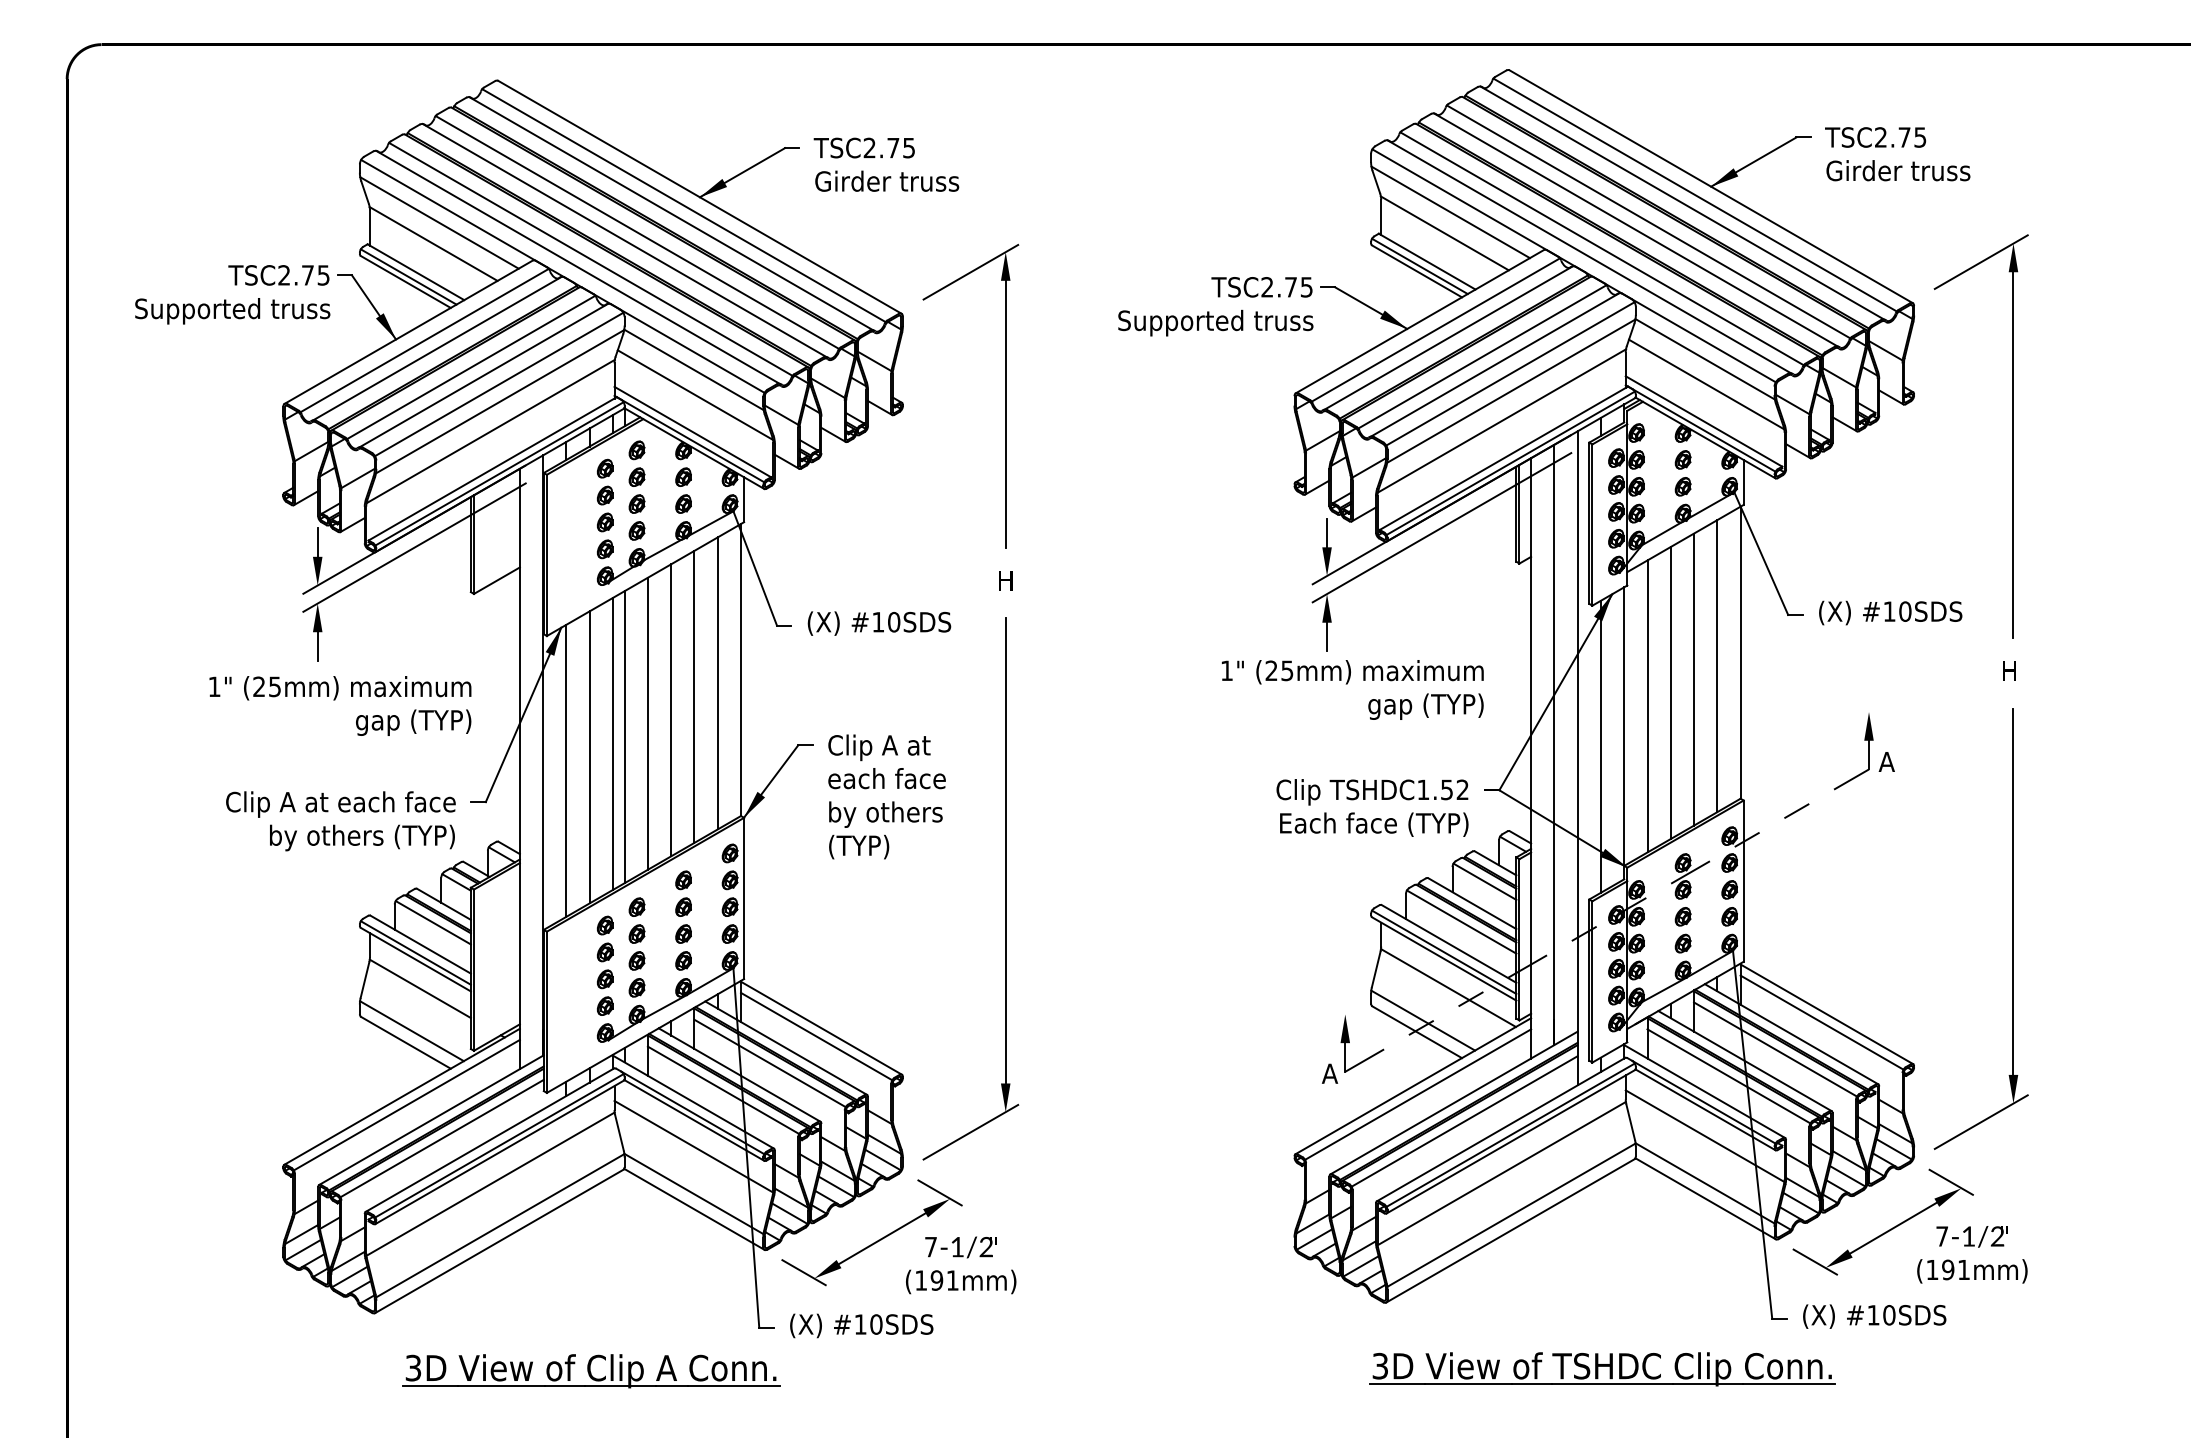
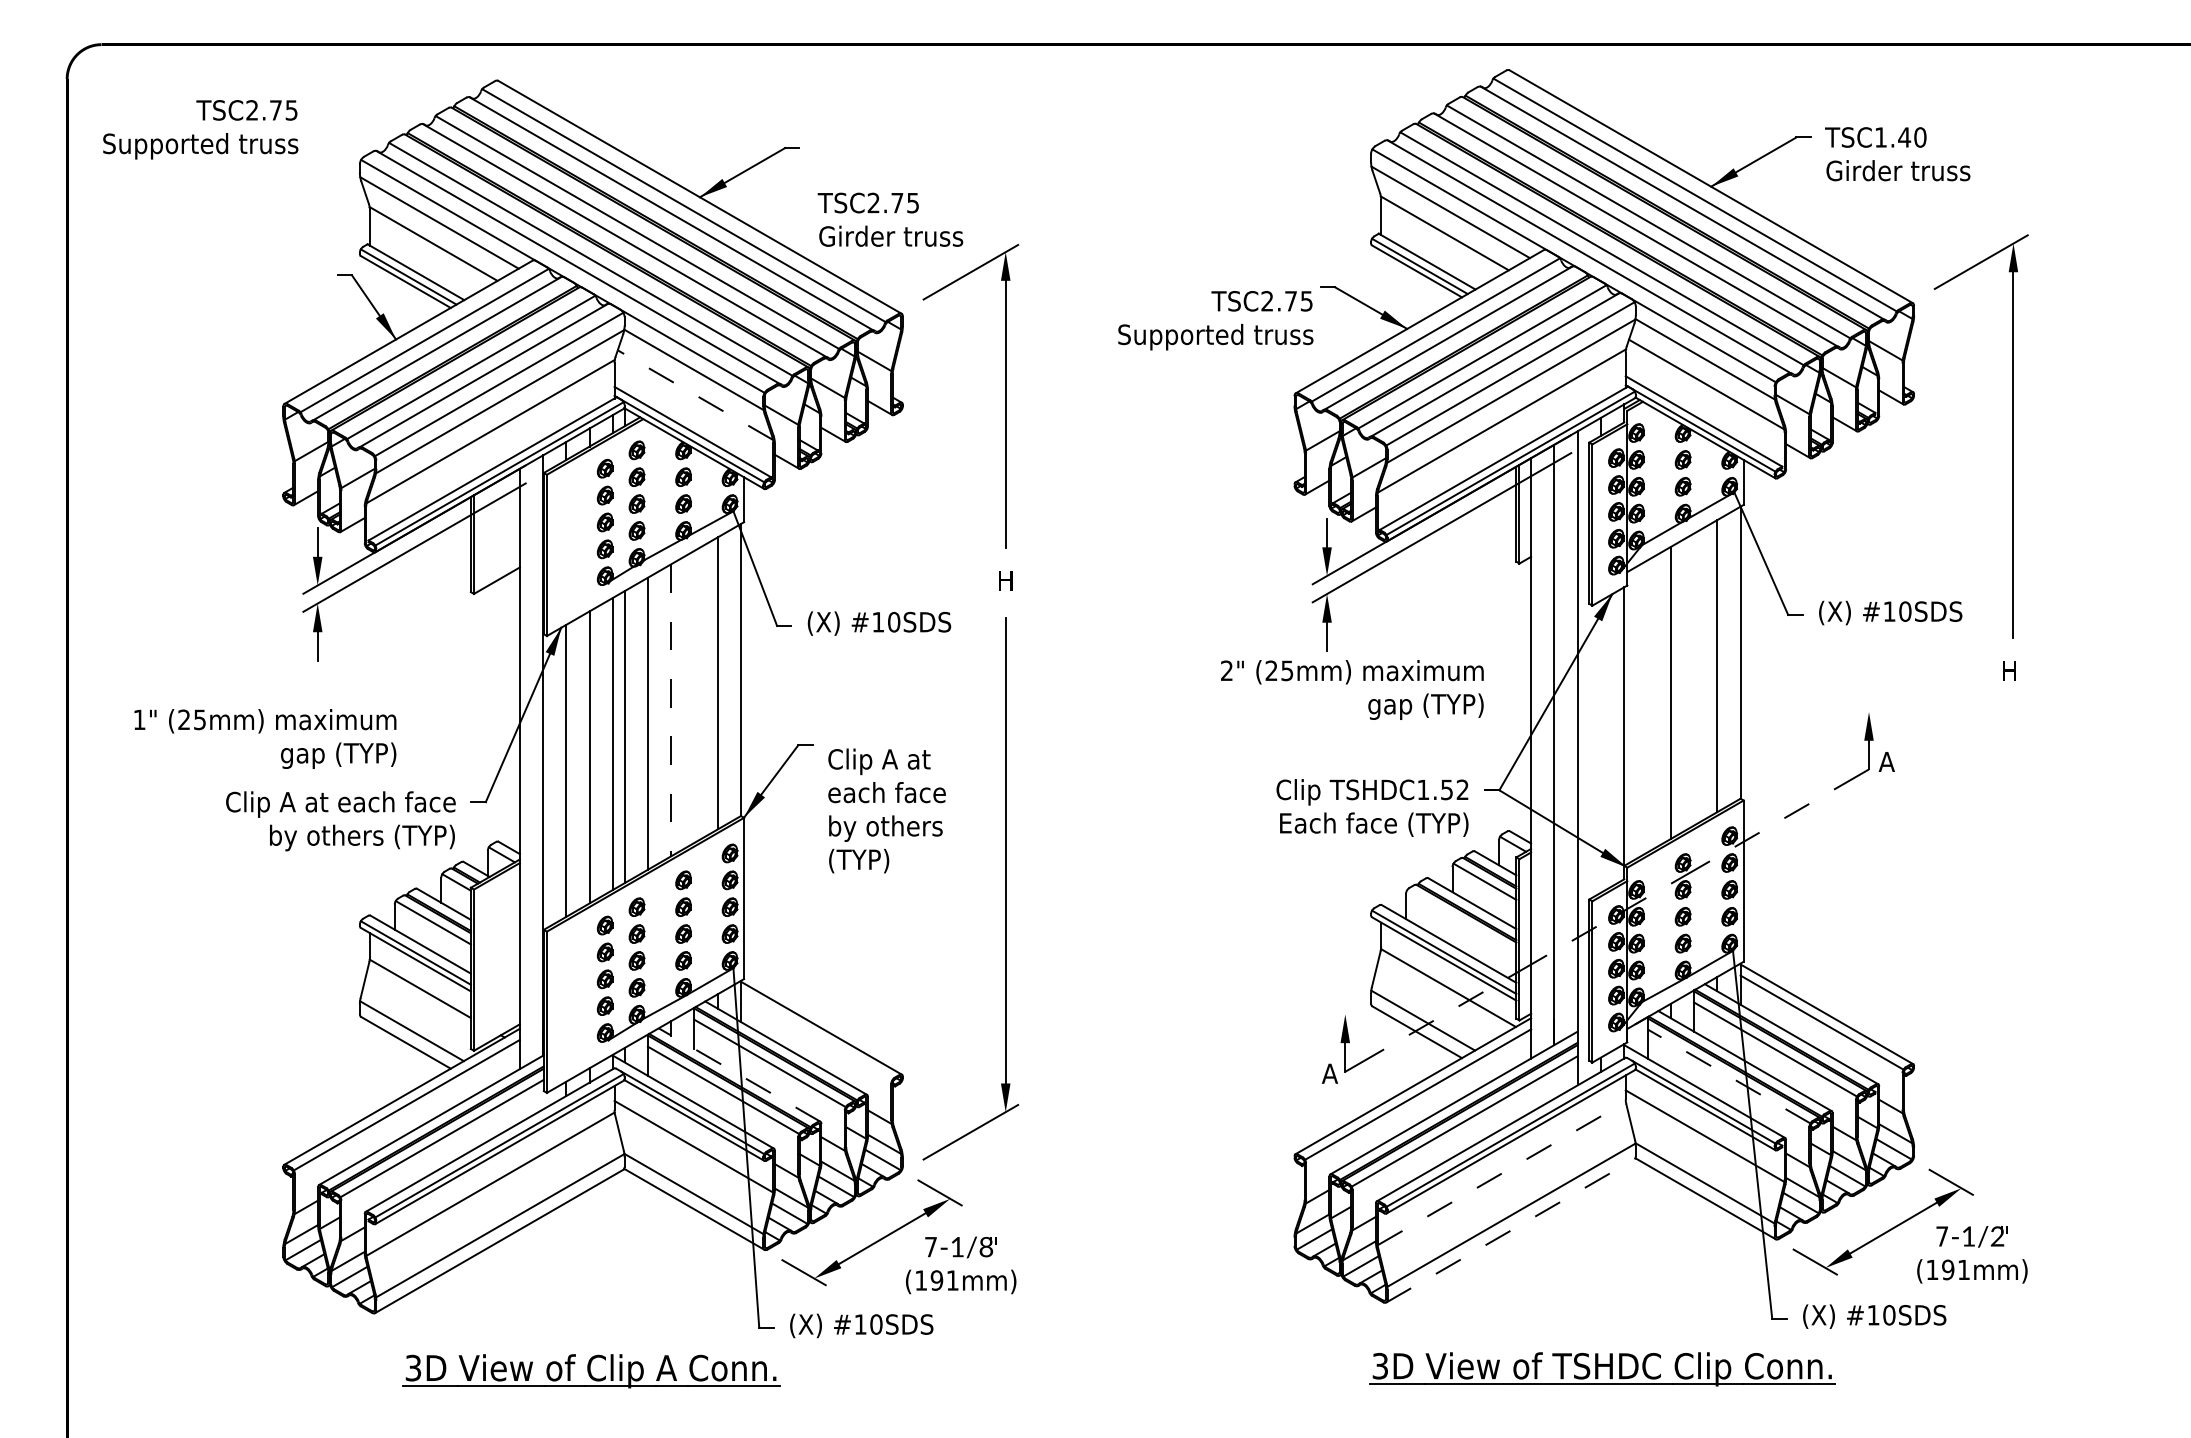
text at (1900, 137): TSC2.75 -> TSC1.40
text at (886, 164) position: (886, 164) -> (890, 219)
text at (232, 294) position: (232, 294) -> (200, 129)
text at (1215, 306) position: (1215, 306) -> (1215, 320)
line at (695, 395): solid -> dashed
text at (1226, 670): 1" -> 2"
line at (1694, 679): present -> none
line at (694, 696): present -> none
text at (340, 705) position: (340, 705) -> (265, 738)
line at (1647, 706): present -> none
line at (671, 710): solid -> dashed
line at (1600, 746): present -> none
text at (886, 796) position: (886, 796) -> (886, 810)
line at (1461, 921): present -> none
part at (2012, 928): present -> none
line at (816, 1036): present -> none
line at (739, 1074): solid -> dashed
line at (1728, 1076): solid -> dashed
line at (1502, 1173): solid -> dashed
line at (1510, 1230): solid -> dashed
text at (986, 1247): -1/2 -> -1/8
